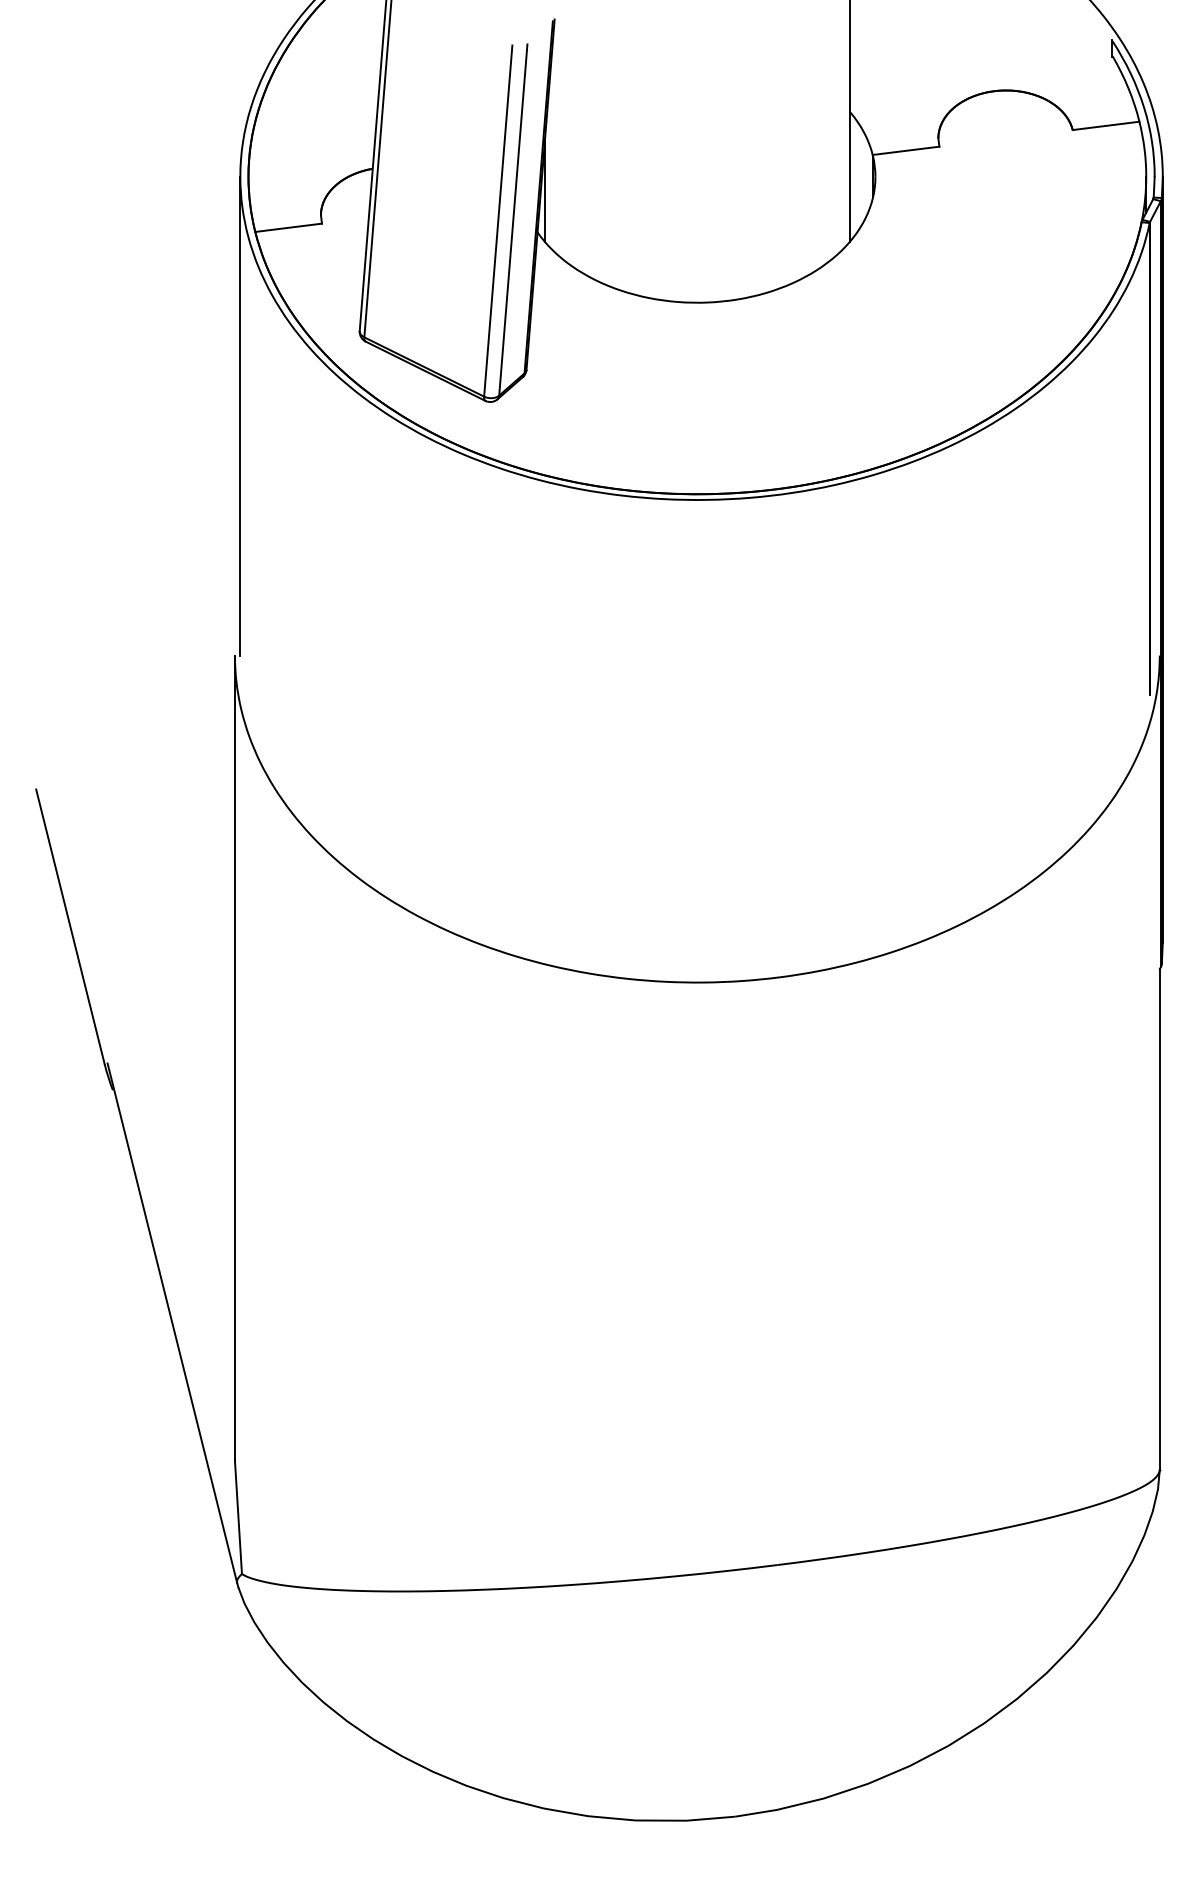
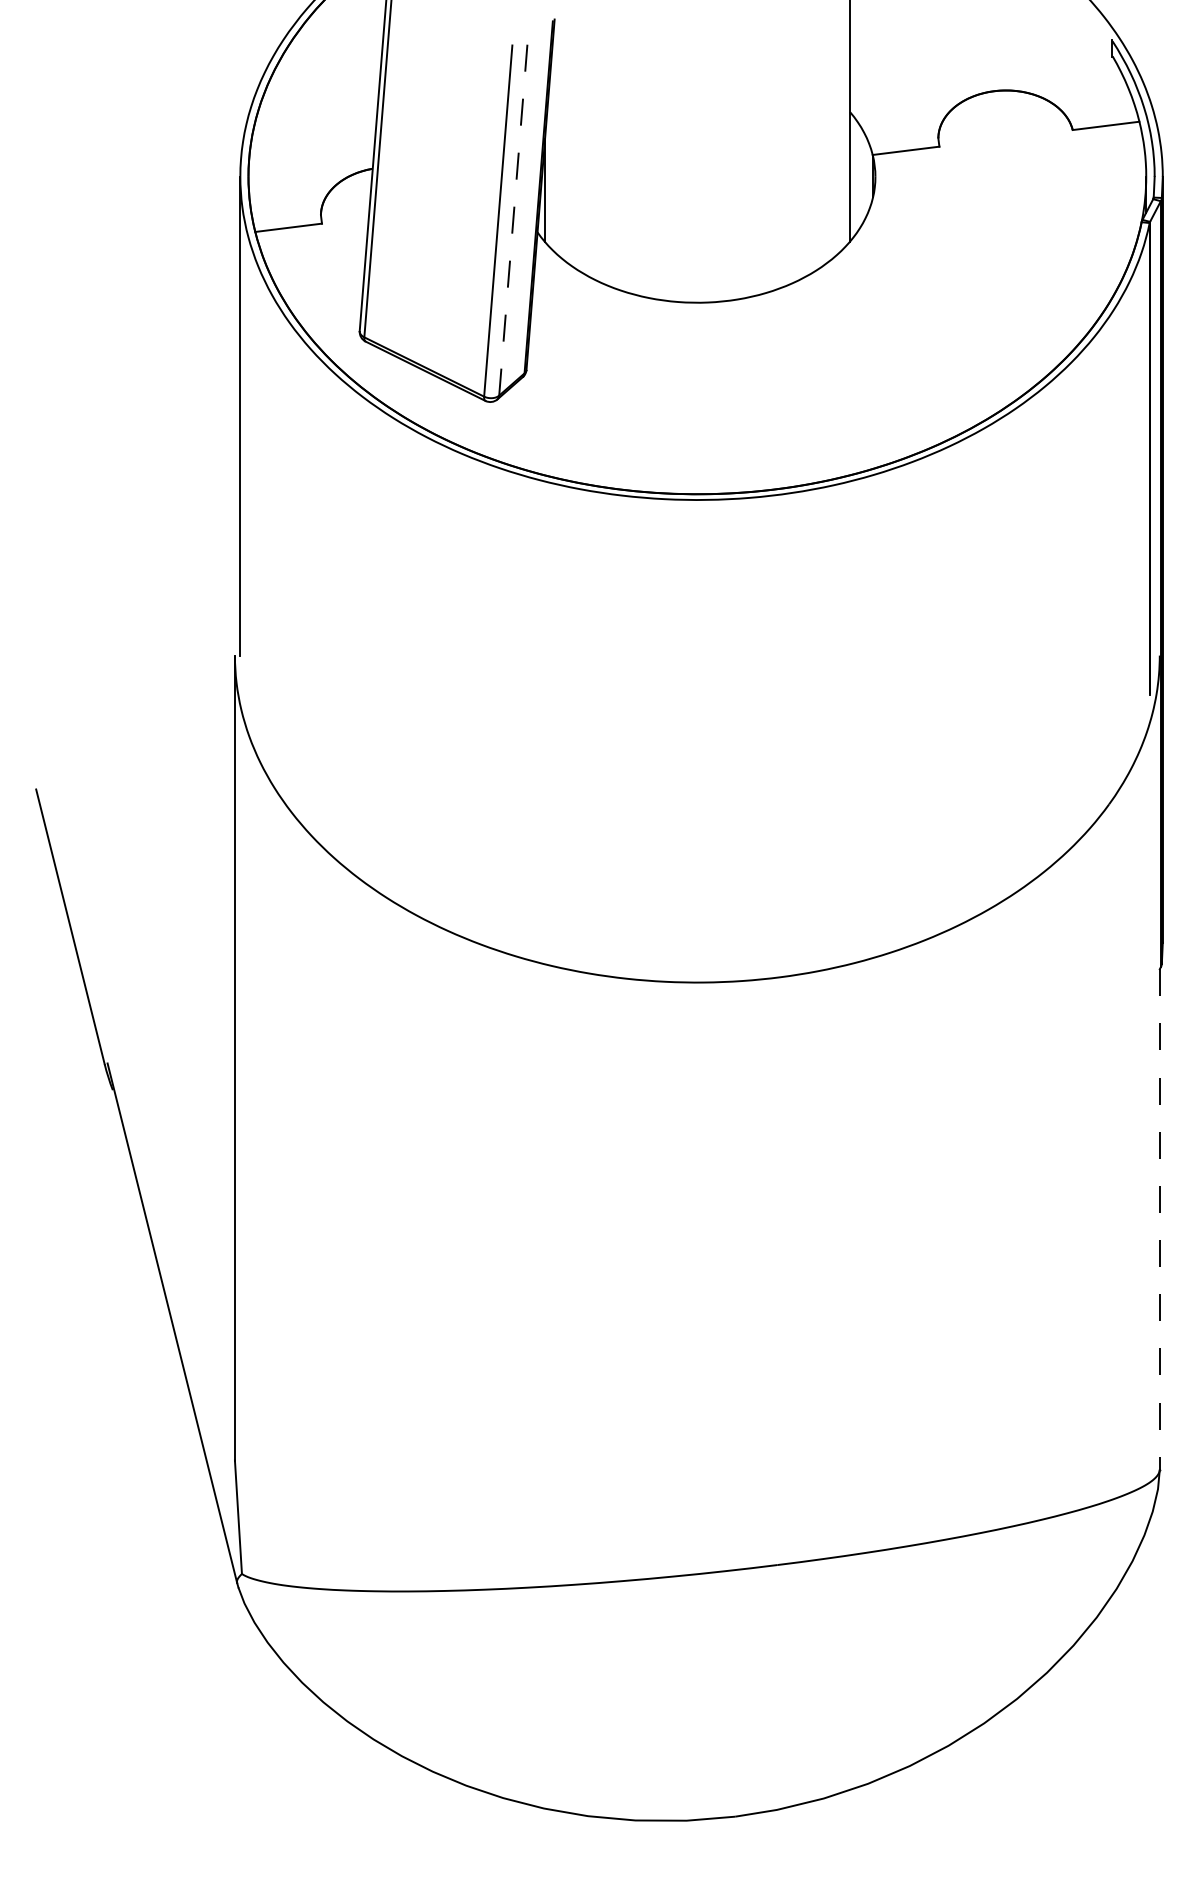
line at (513, 219): solid -> dashed
line at (1159, 1219): solid -> dashed
